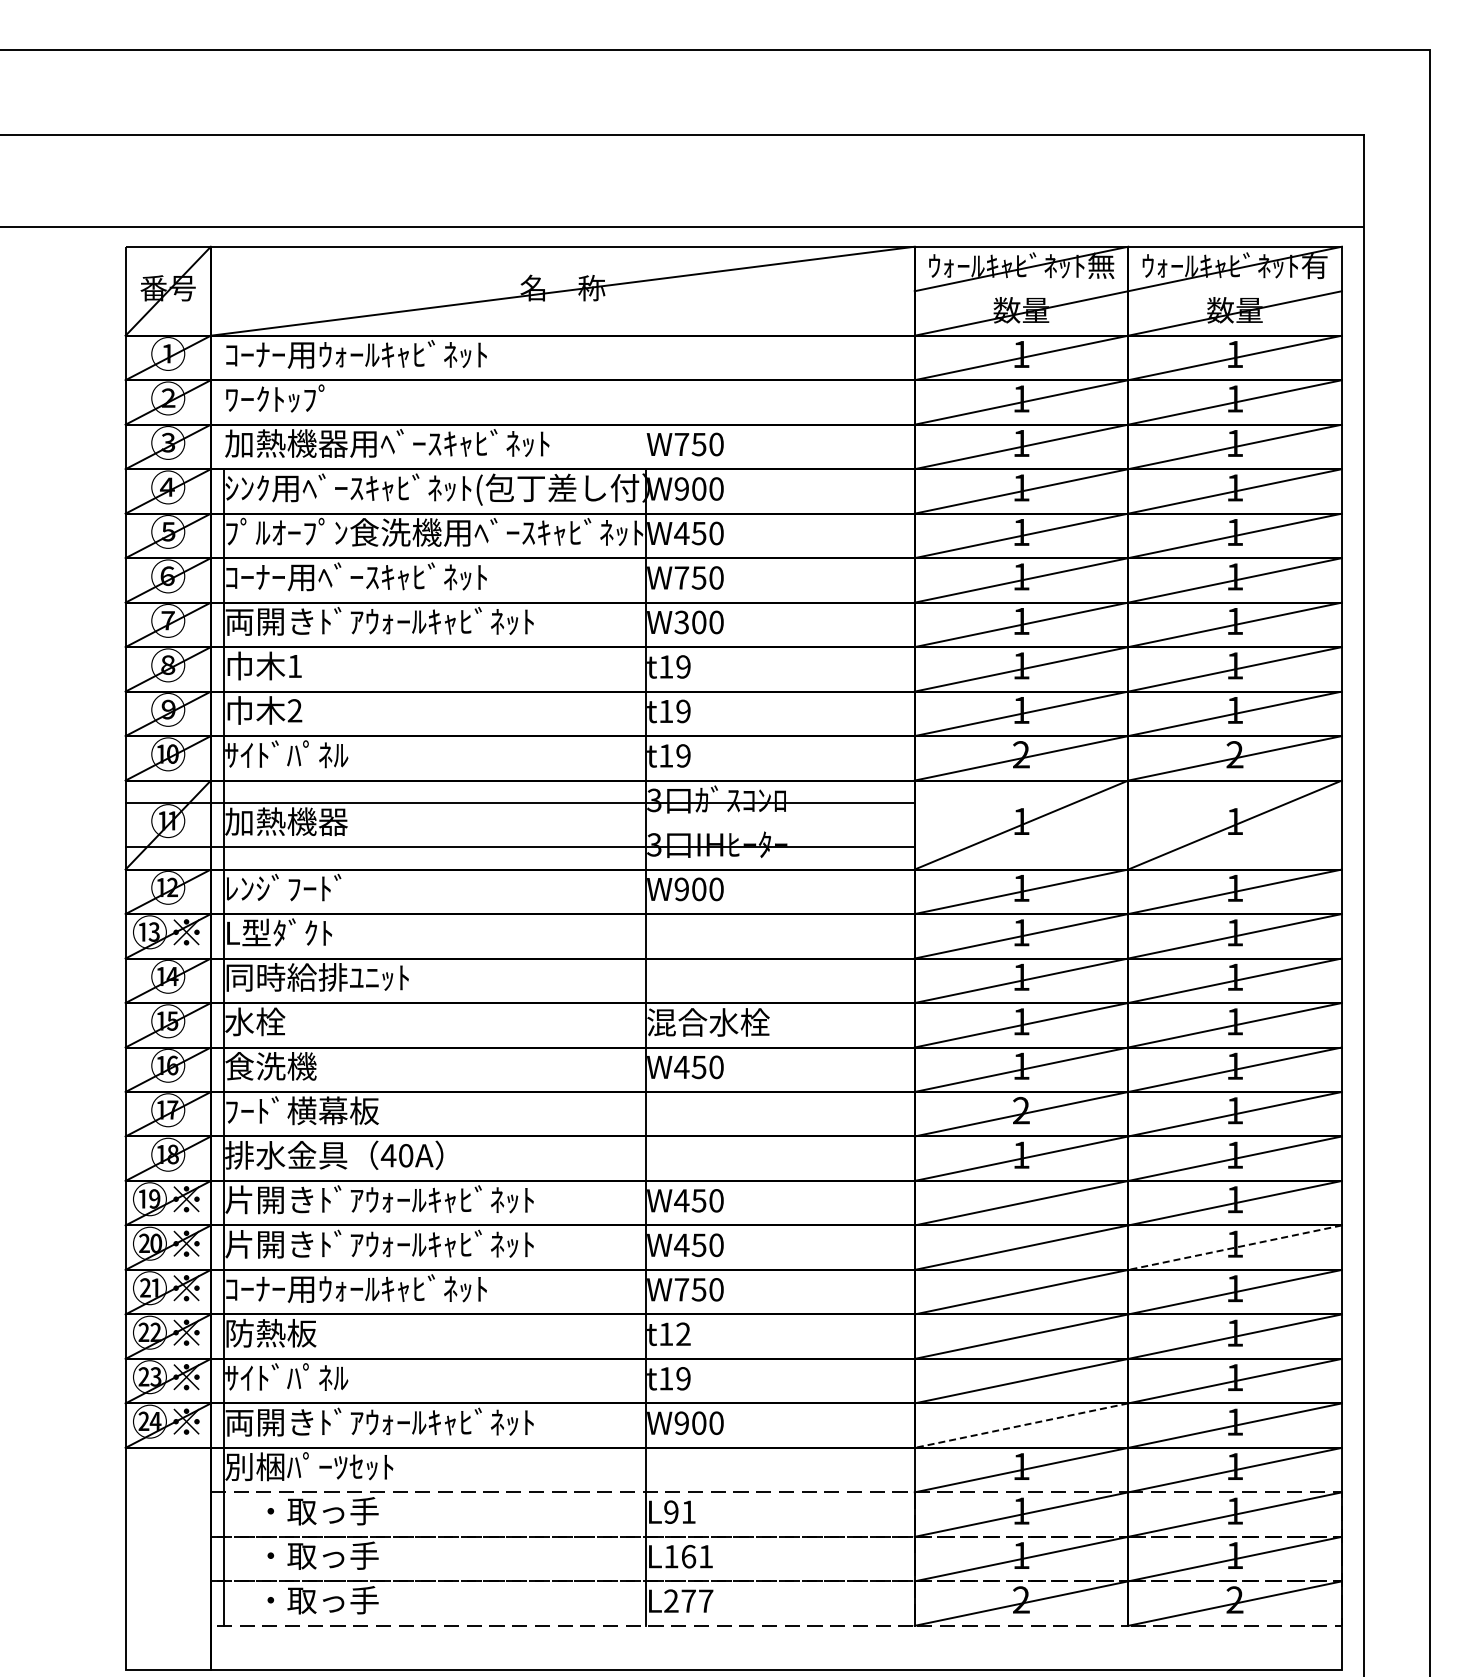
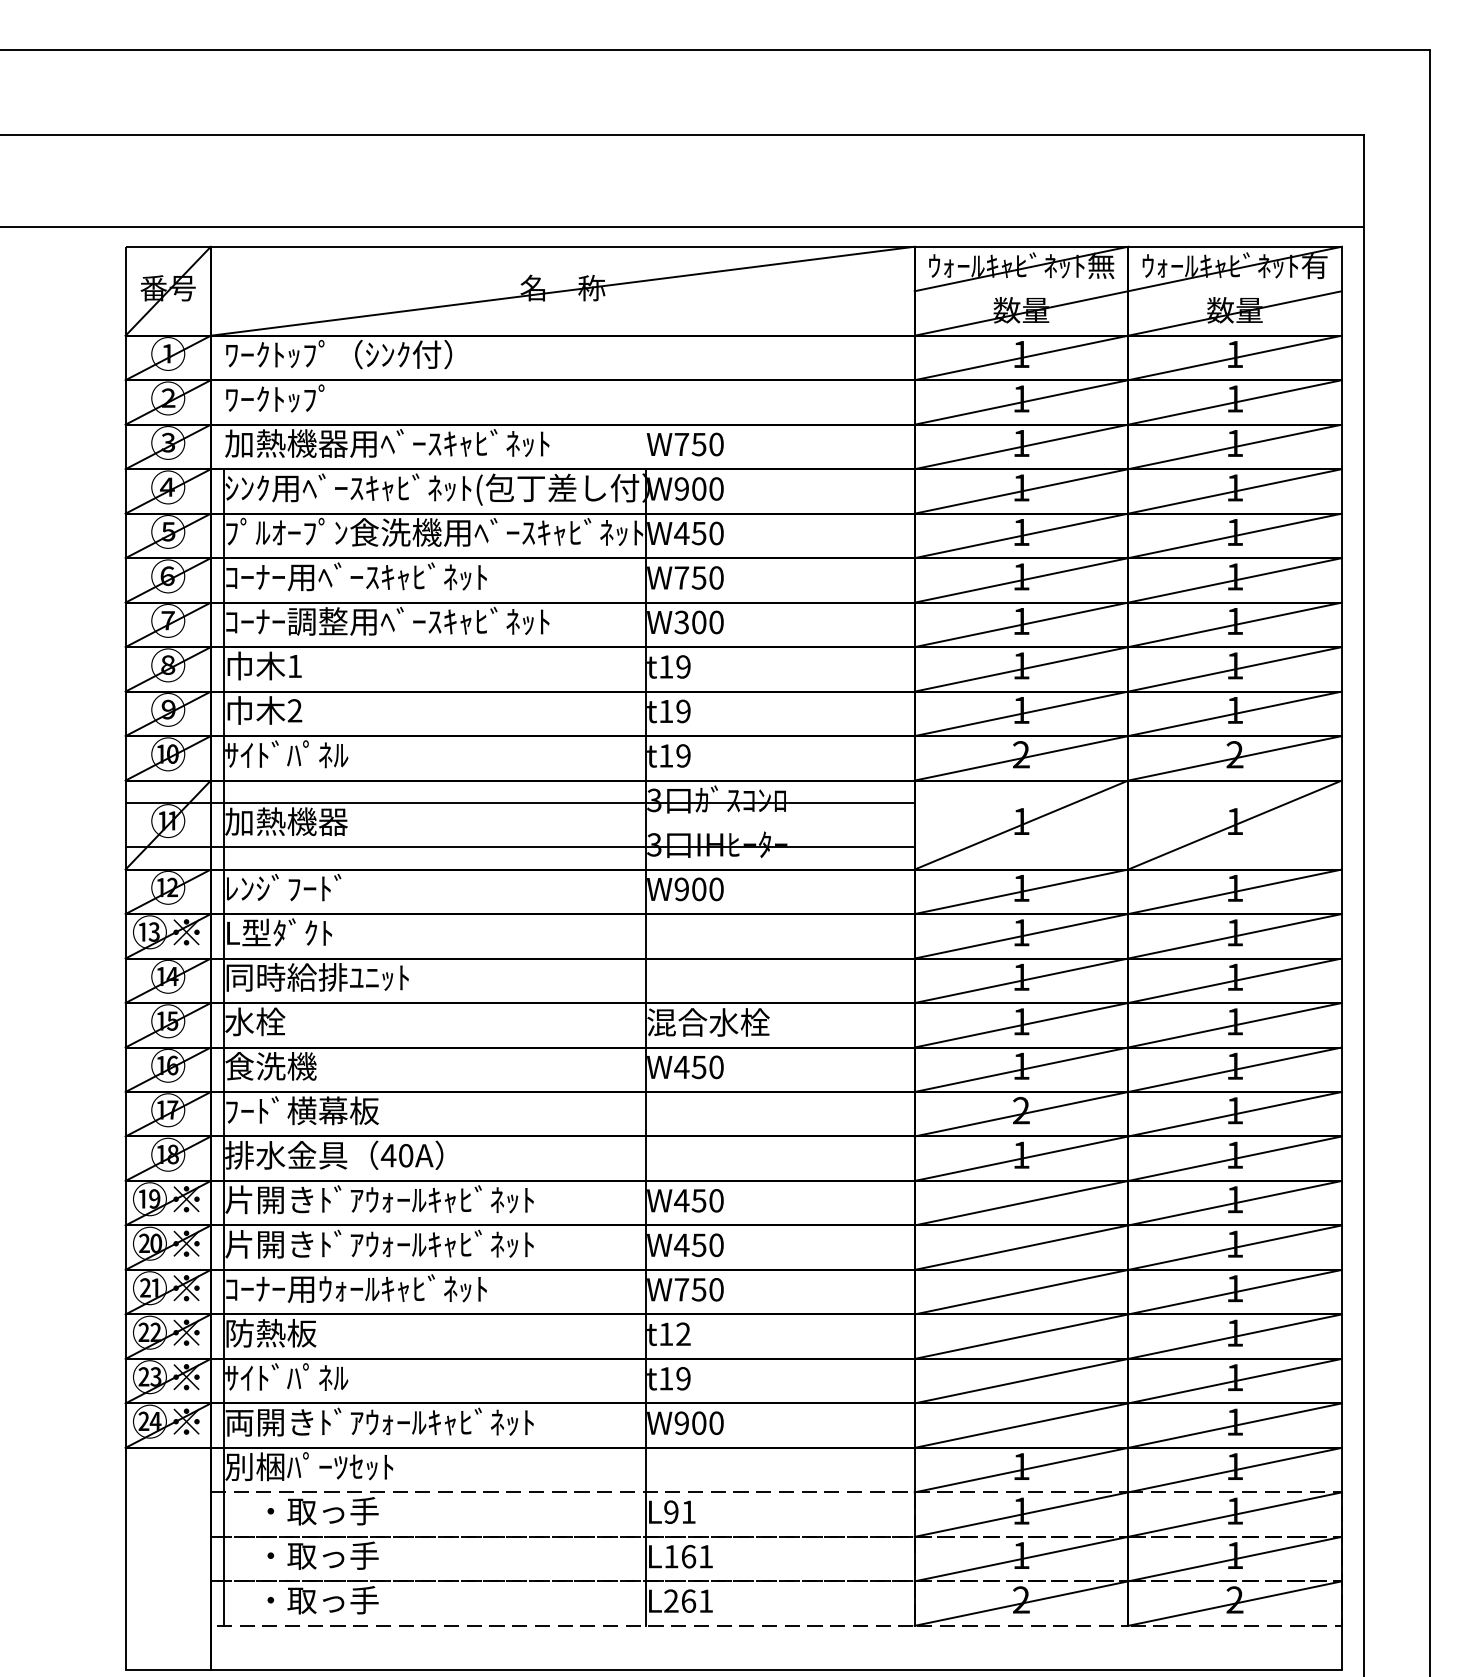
text at (356, 354): ｺｰﾅｰ用ｳｫｰﾙｷｬﾋﾞﾈｯﾄ -> ﾜｰｸﾄｯﾌﾟ（ｼﾝｸ付）
text at (387, 620): 両開きﾄﾞｱｳｫｰﾙｷｬﾋﾞﾈｯﾄ -> ｺｰﾅｰ調整用ﾍﾞｰｽｷｬﾋﾞﾈｯﾄ
line at (1234, 1247): dashed -> solid
line at (1021, 1425): dashed -> solid
text at (697, 1600): L277 -> L261
